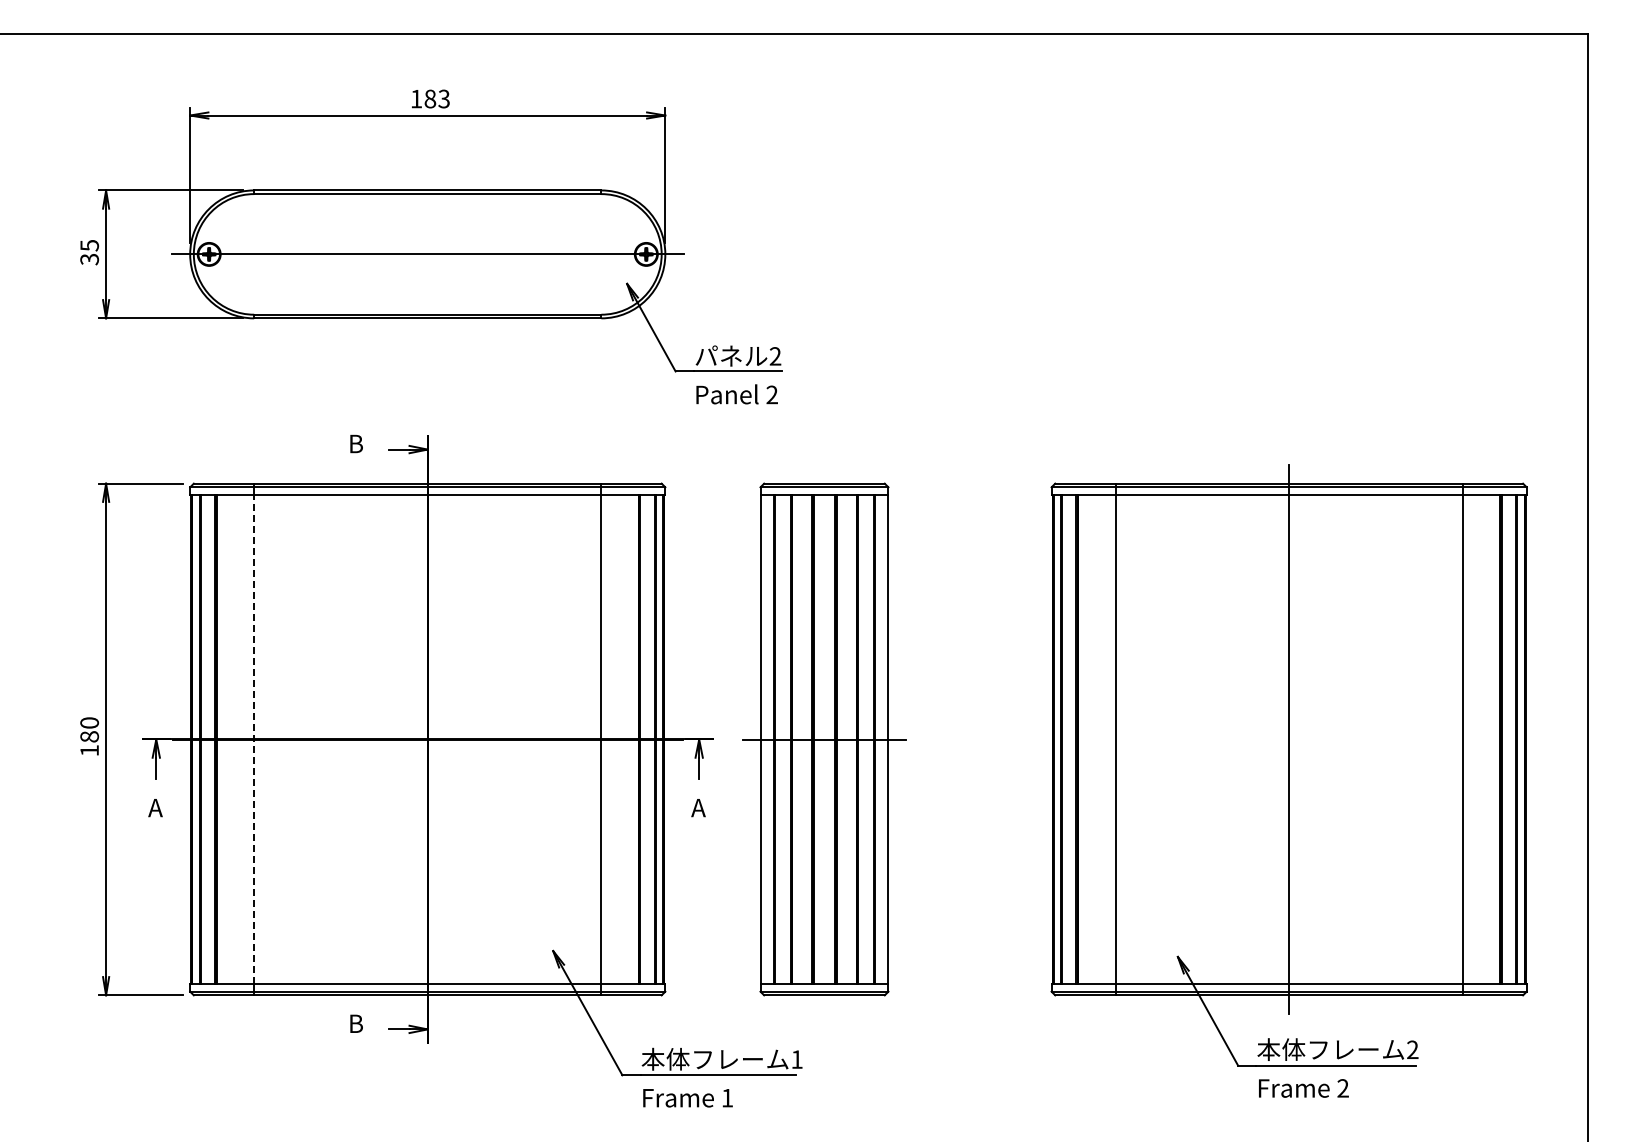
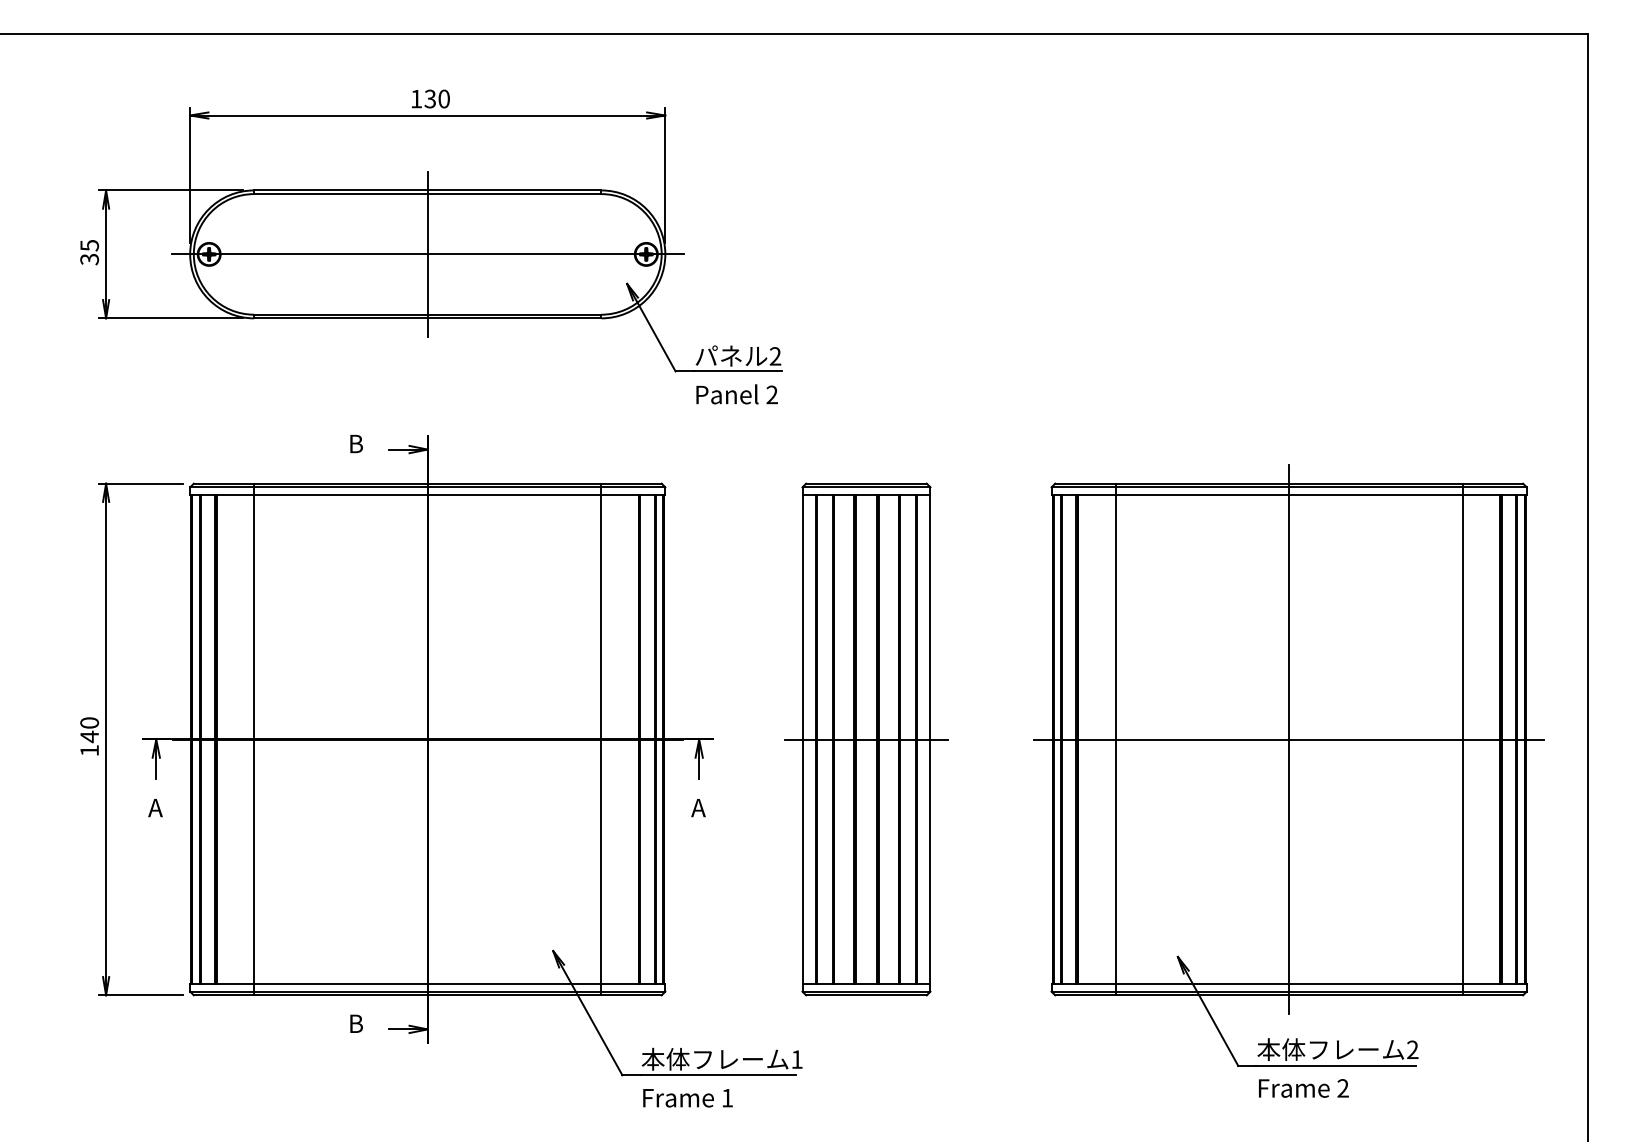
text at (436, 98): 183 -> 130
line at (427, 254): none -> present
text at (89, 736): 180 -> 140
line at (254, 739): dashed -> solid
part at (824, 739) position: (824, 739) -> (866, 739)
line at (1289, 739): none -> present
